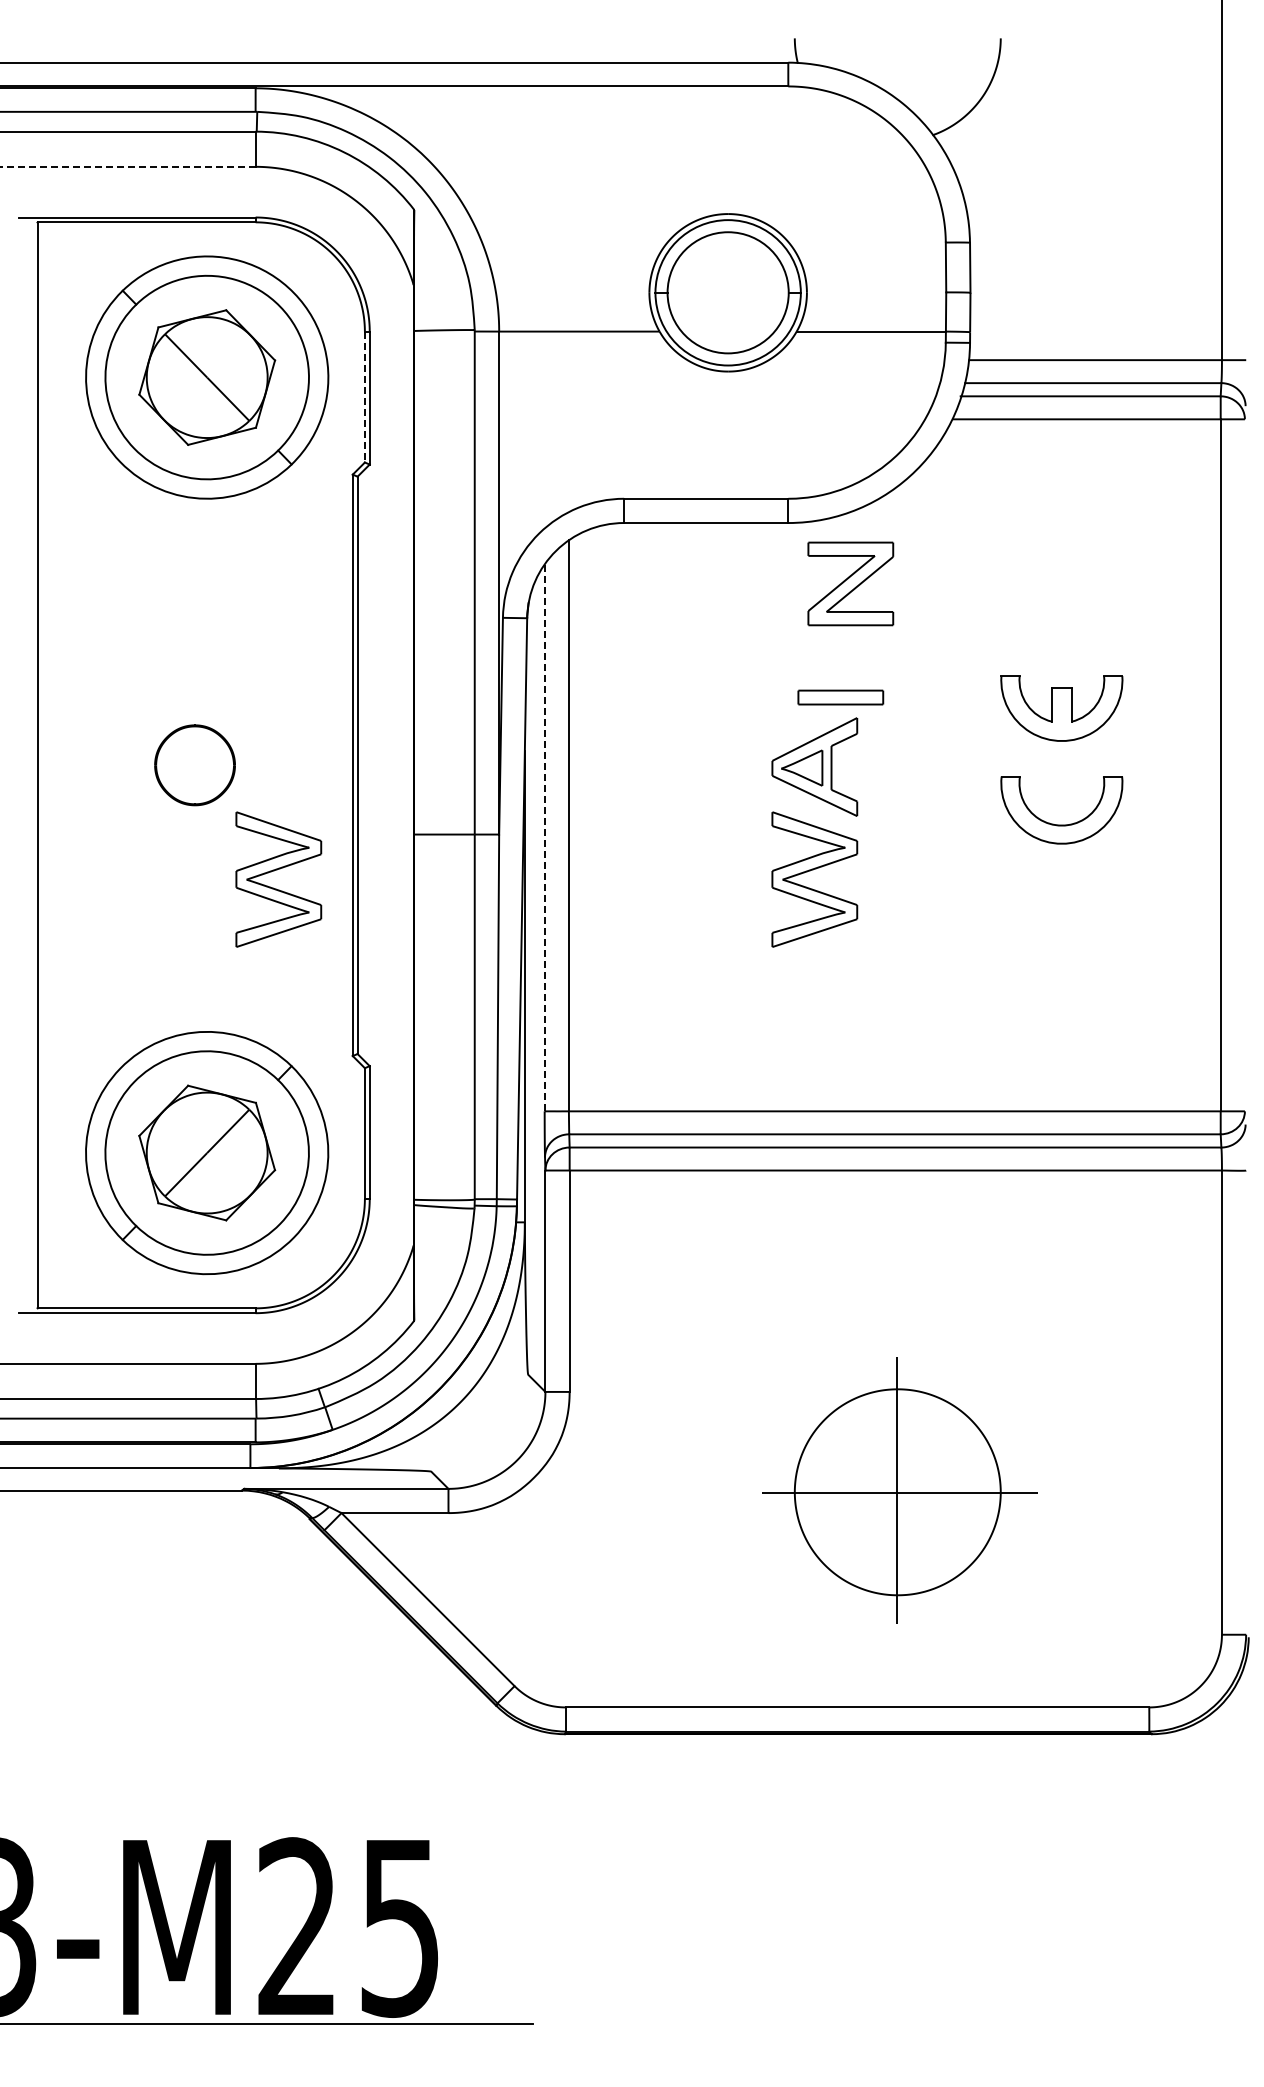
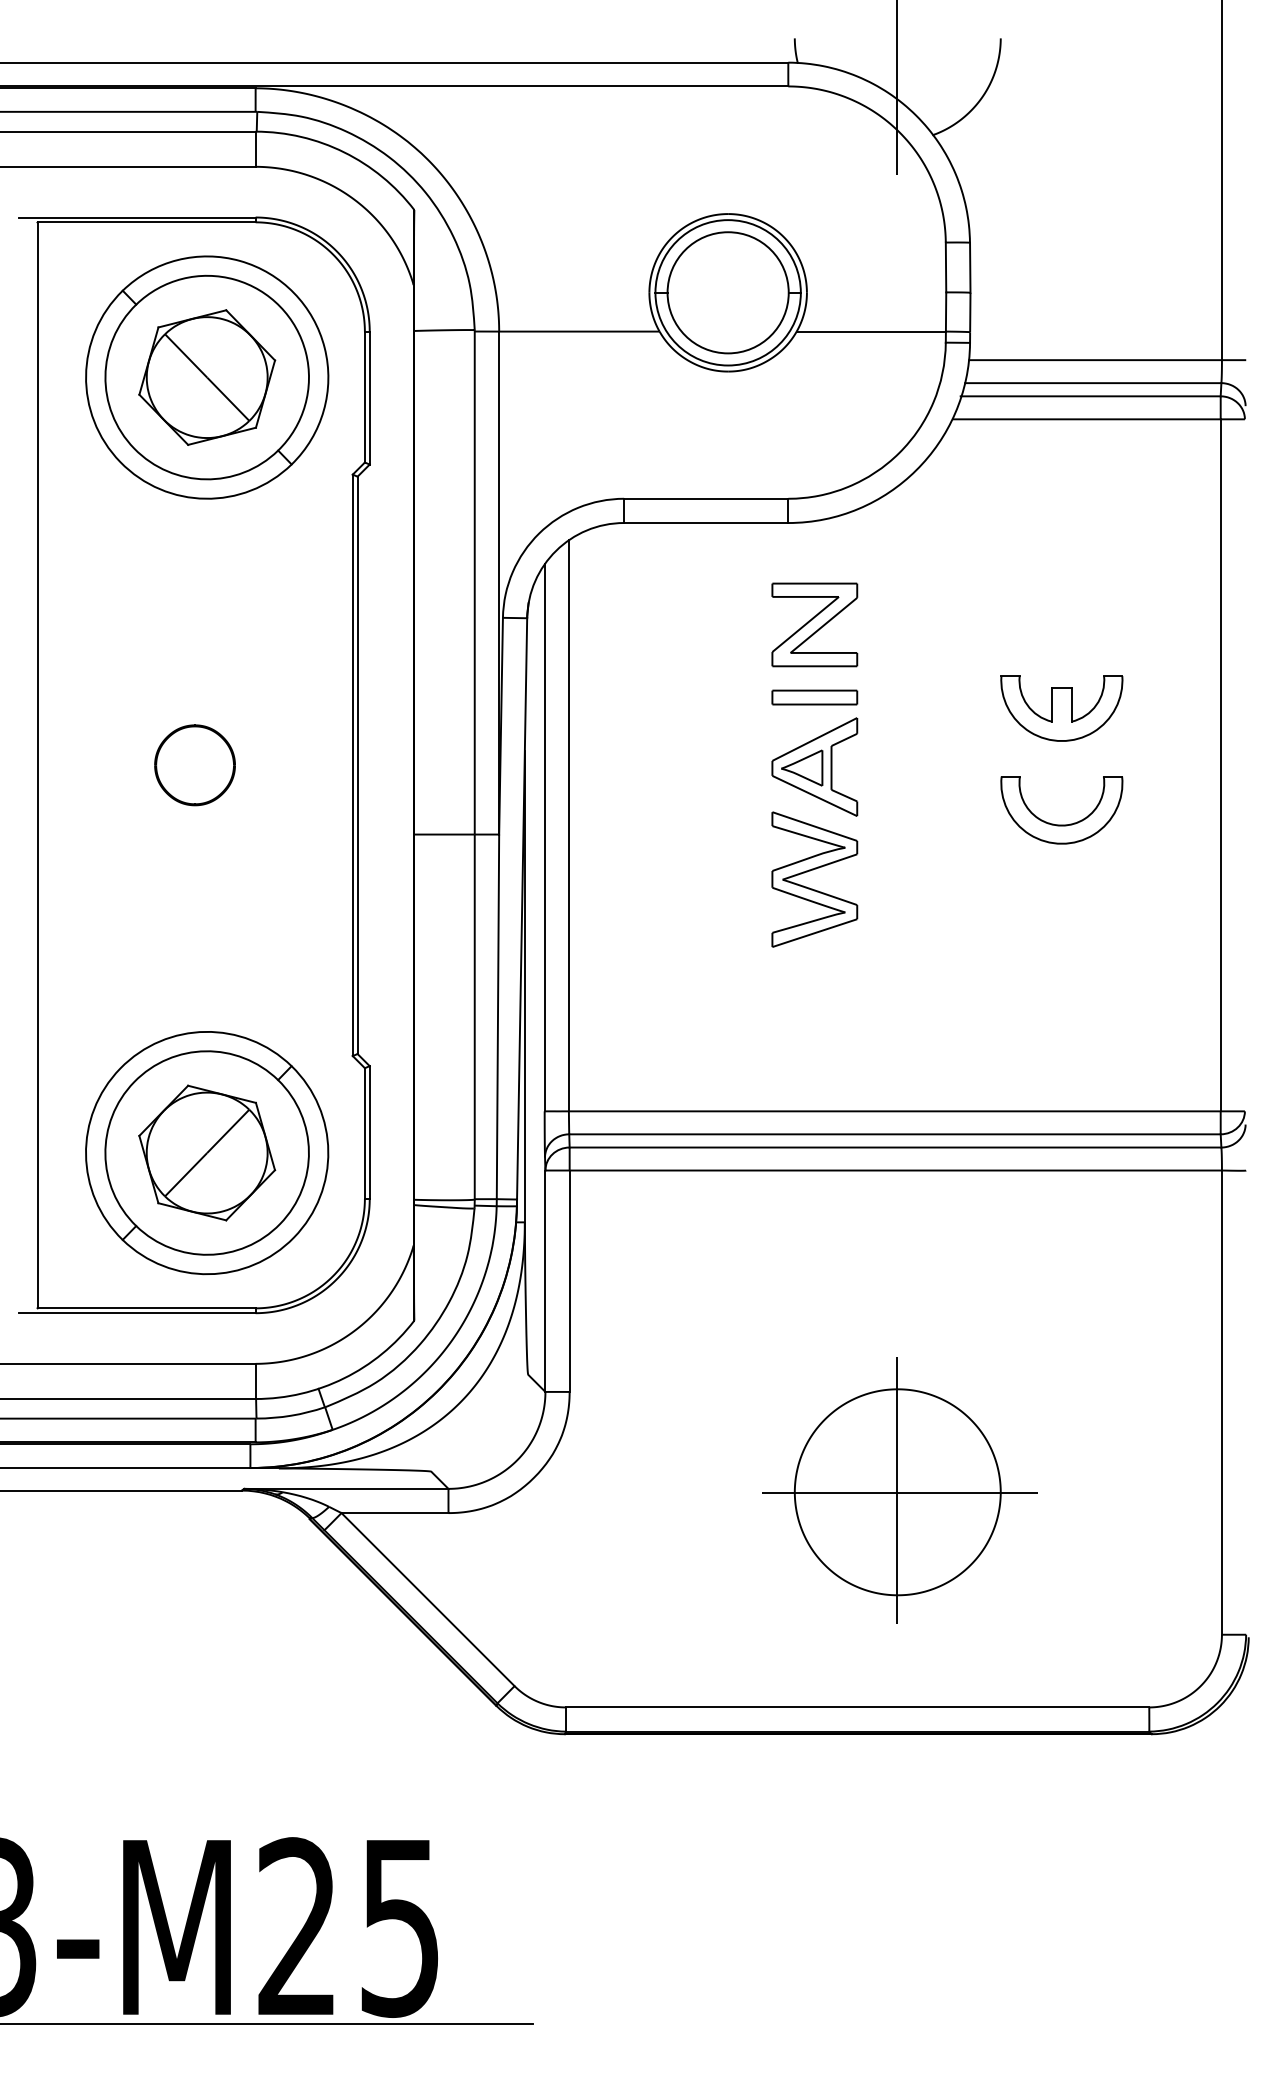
line at (896, 88): none -> present
line at (127, 166): dashed -> solid
line at (364, 397): dashed -> solid
part at (850, 583) position: (850, 583) -> (814, 624)
part at (840, 697) position: (840, 697) -> (814, 697)
line at (544, 837): dashed -> solid
part at (274, 871): present -> none
